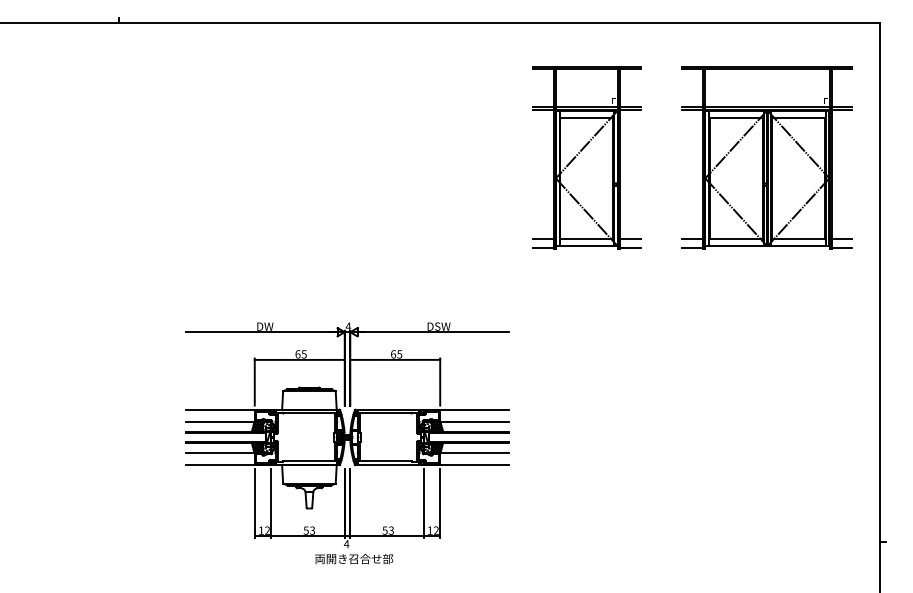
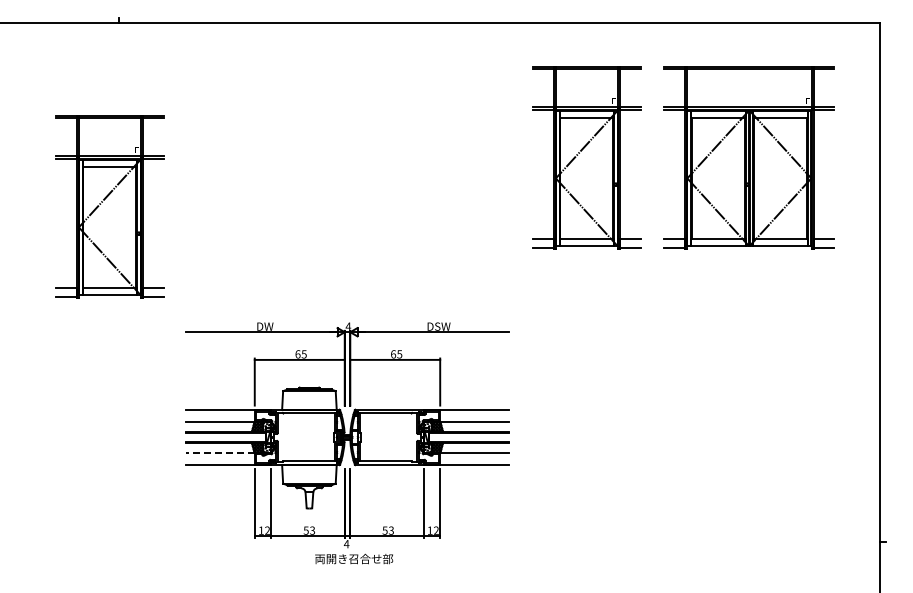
part at (766, 157) position: (766, 157) -> (748, 157)
part at (109, 206): none -> present
line at (220, 453): solid -> dashed
